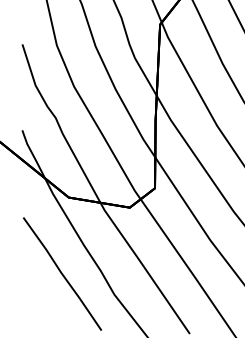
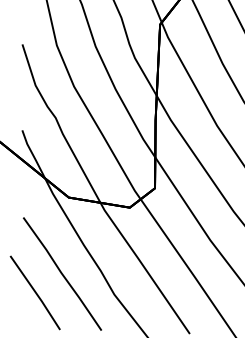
line at (34, 292): none -> present
